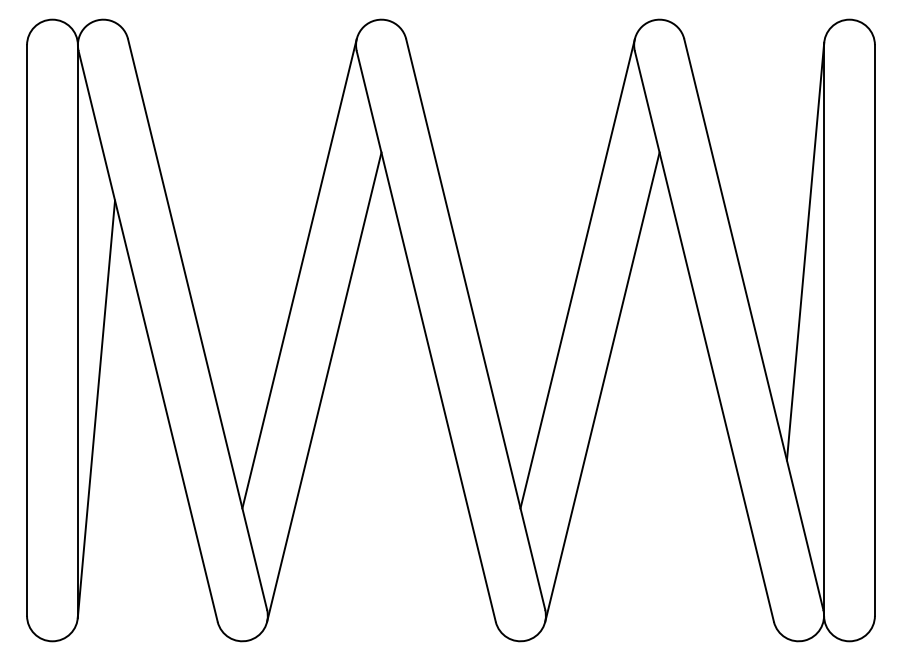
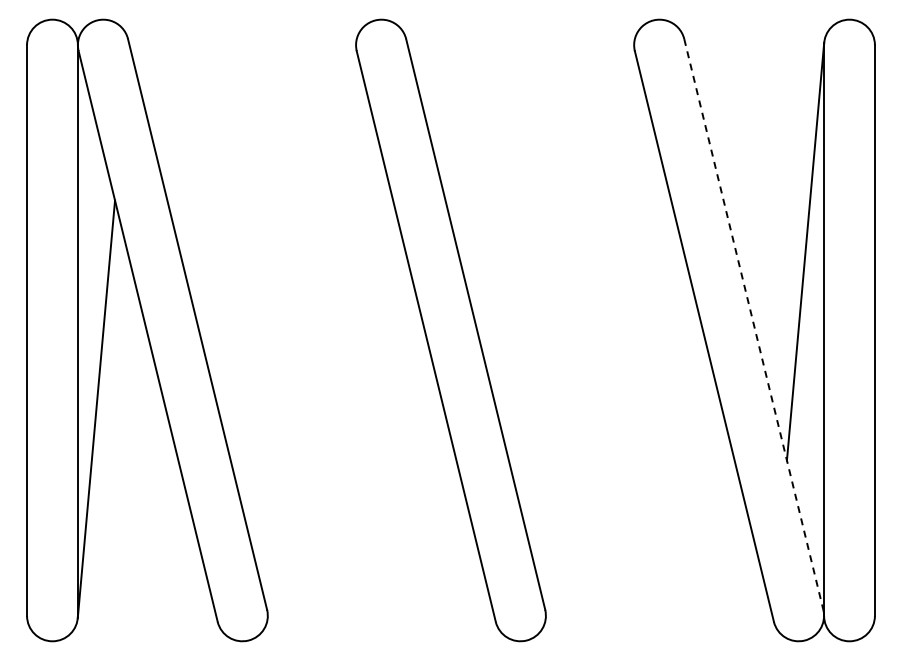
line at (299, 273): present -> none
line at (577, 273): present -> none
line at (753, 324): solid -> dashed
line at (324, 386): present -> none
line at (602, 386): present -> none
